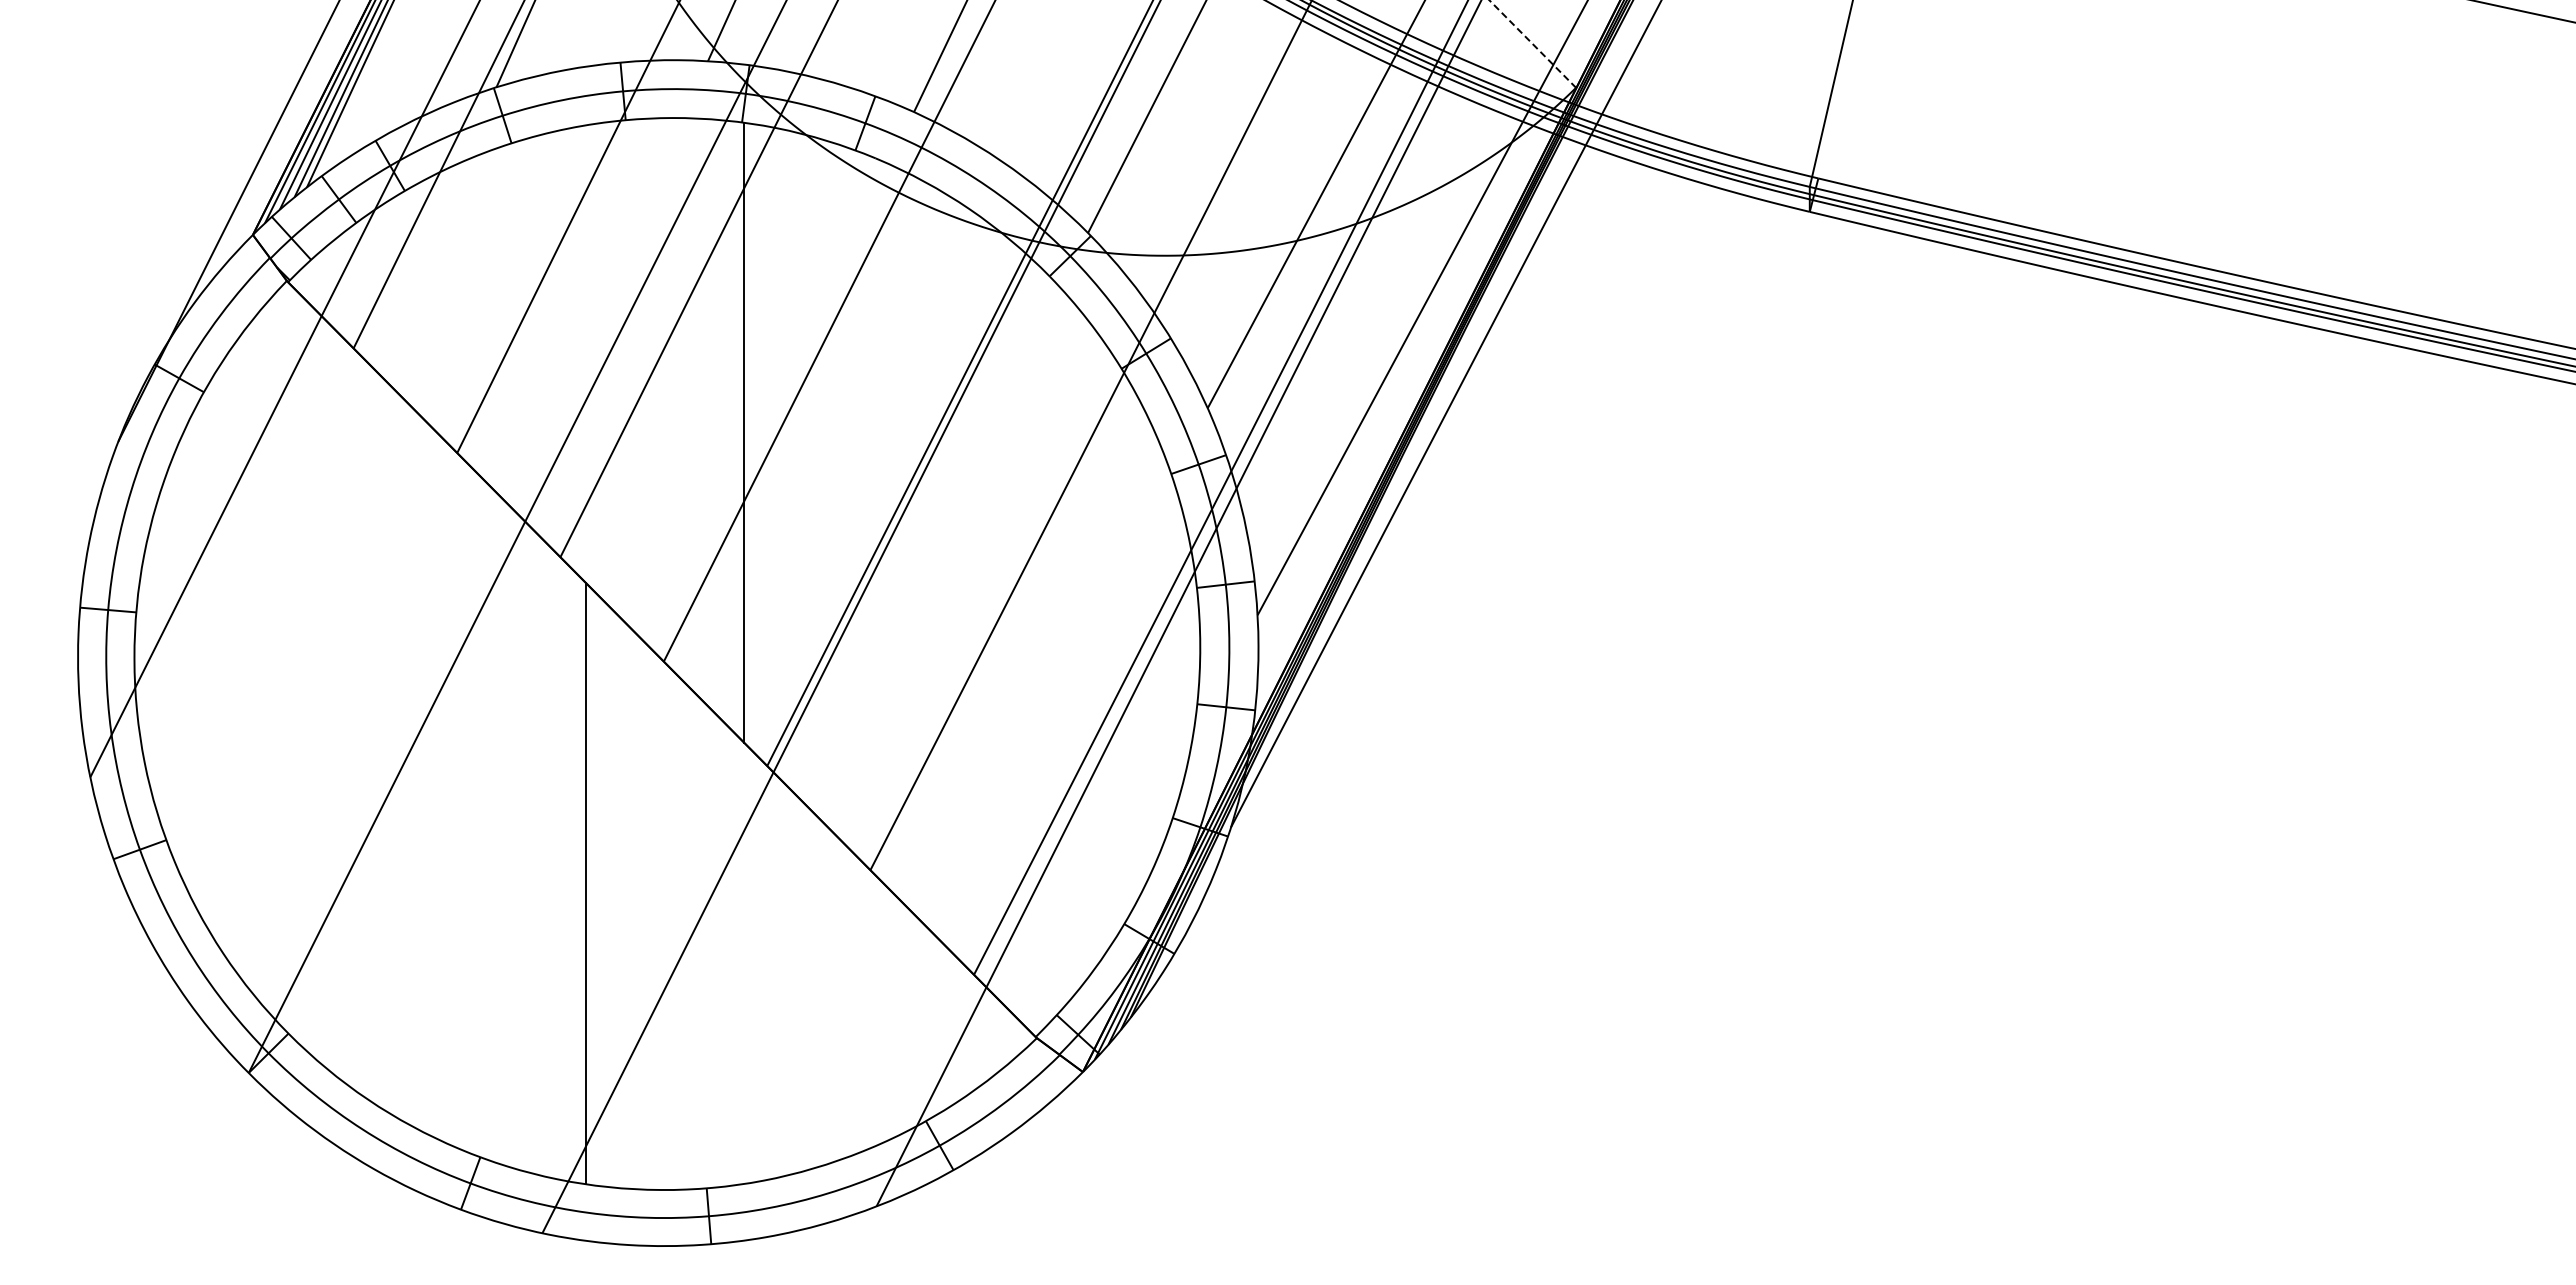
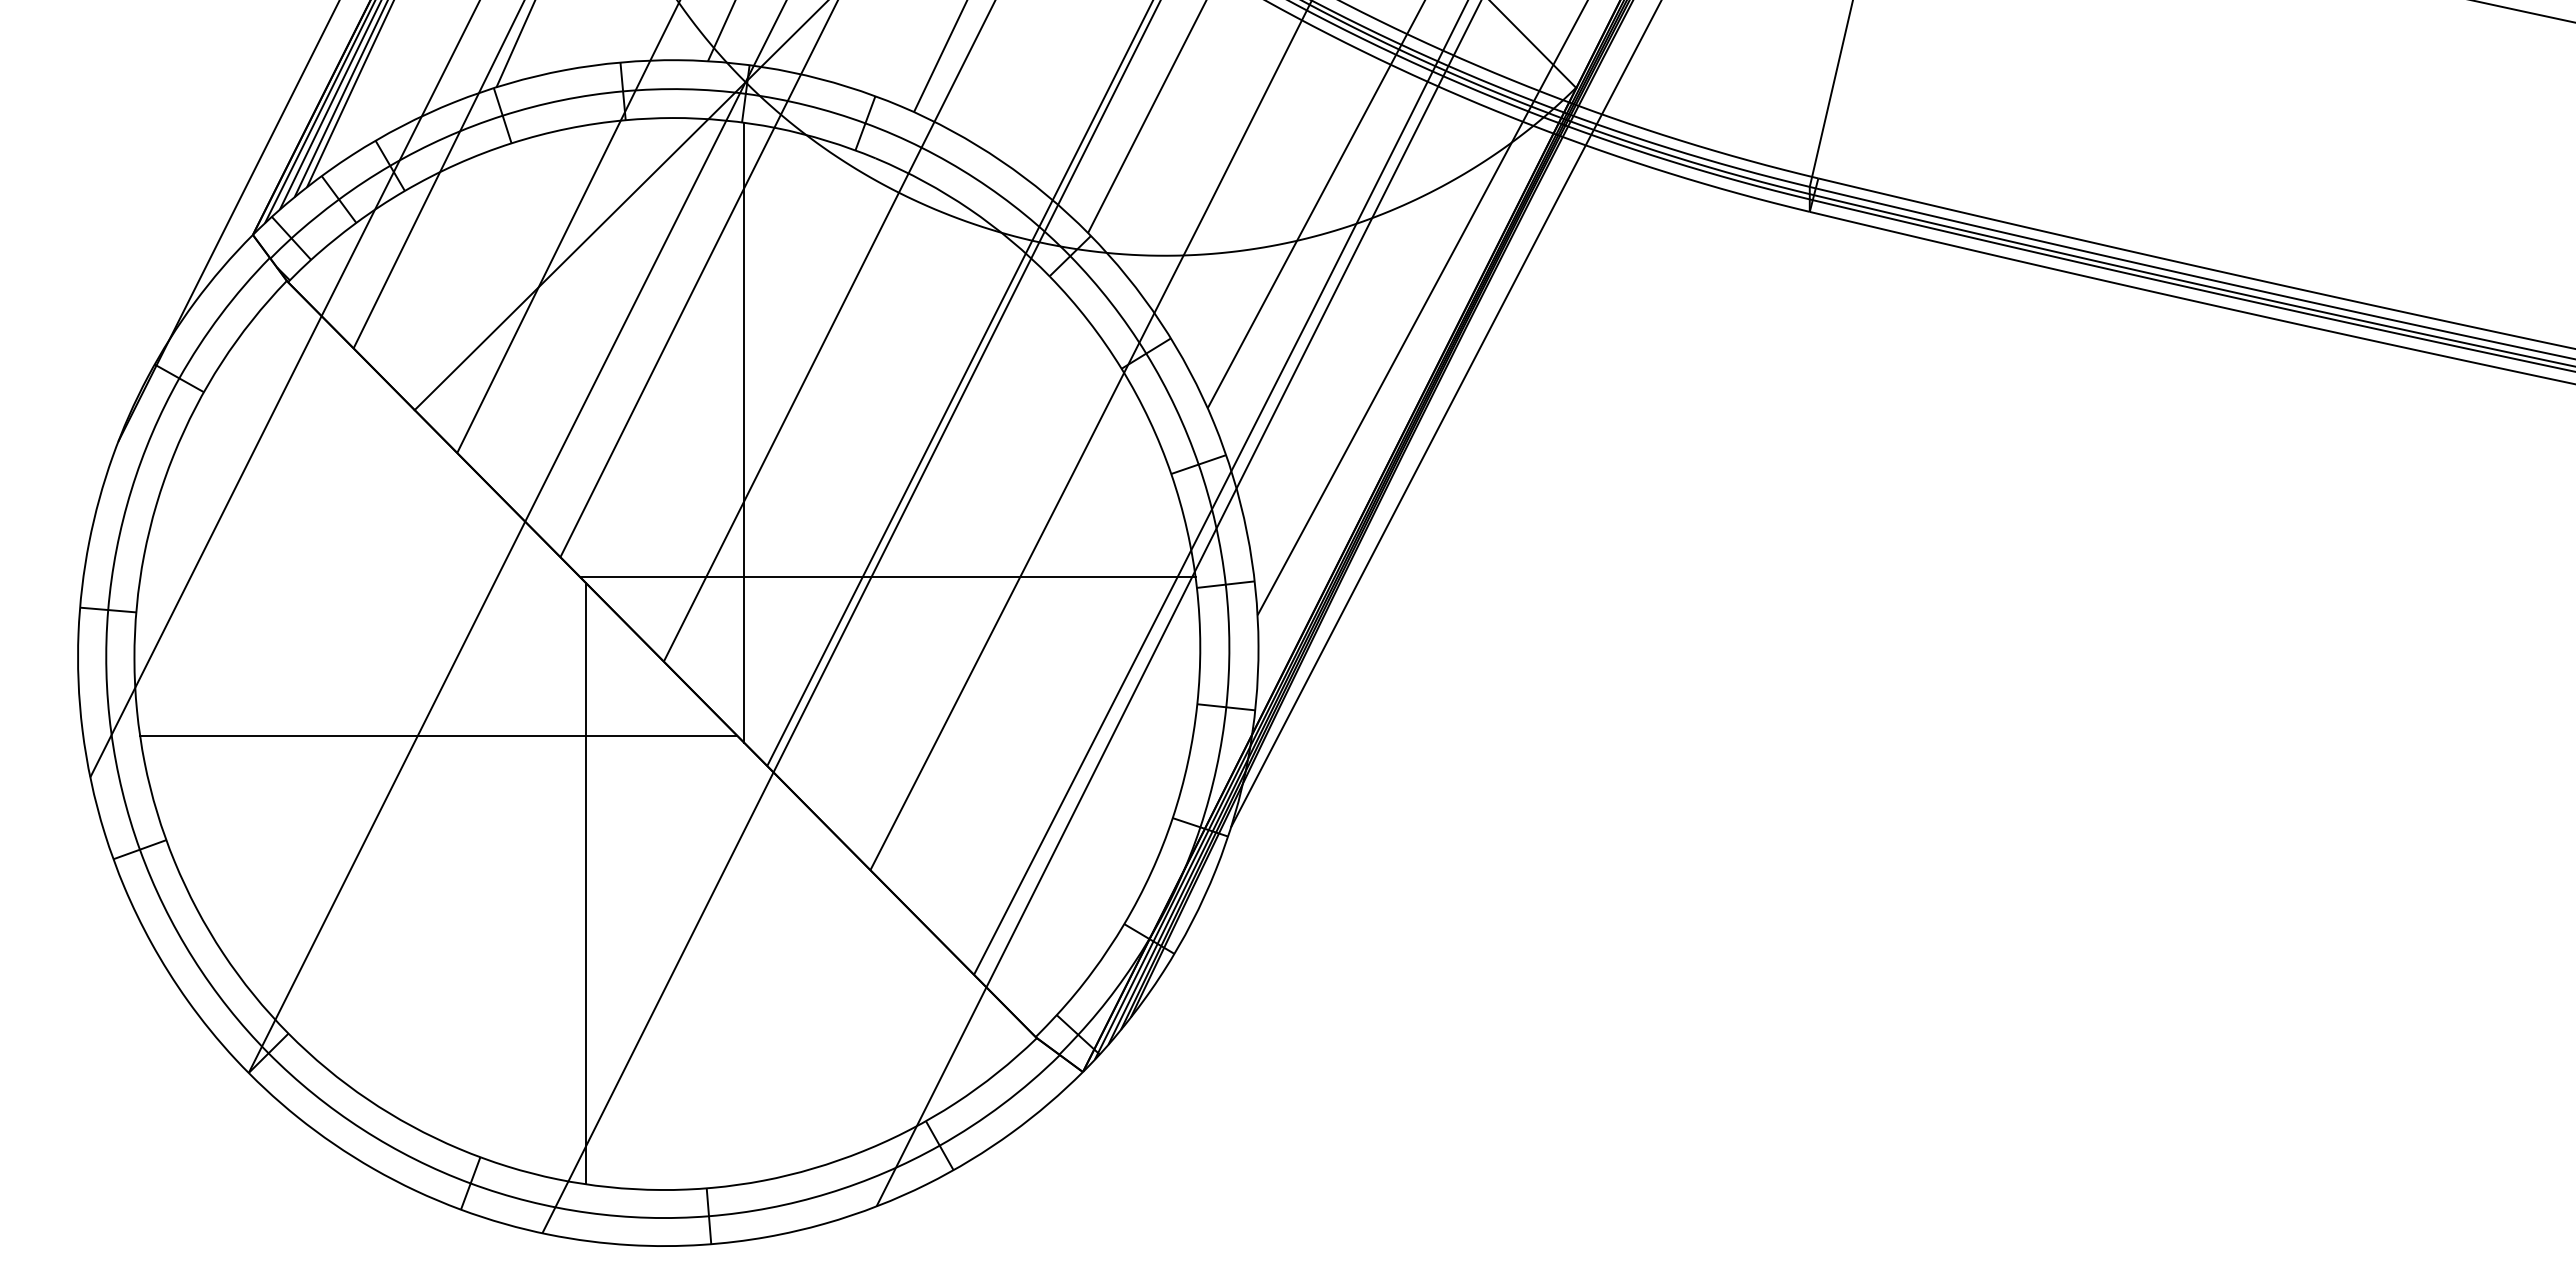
line at (1532, 44): dashed -> solid
line at (620, 206): none -> present
line at (887, 577): none -> present
line at (438, 735): none -> present
